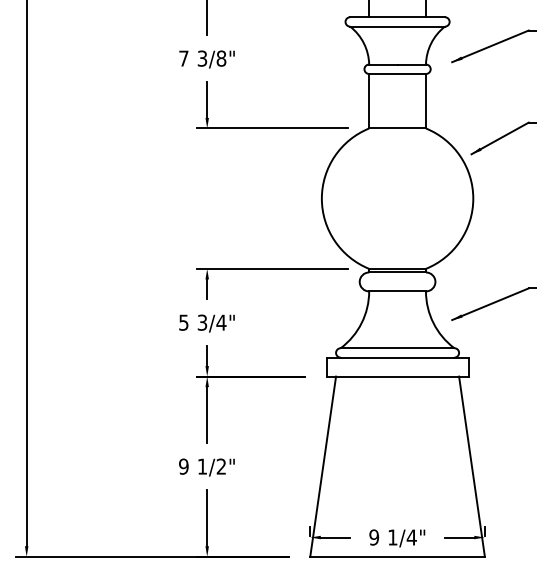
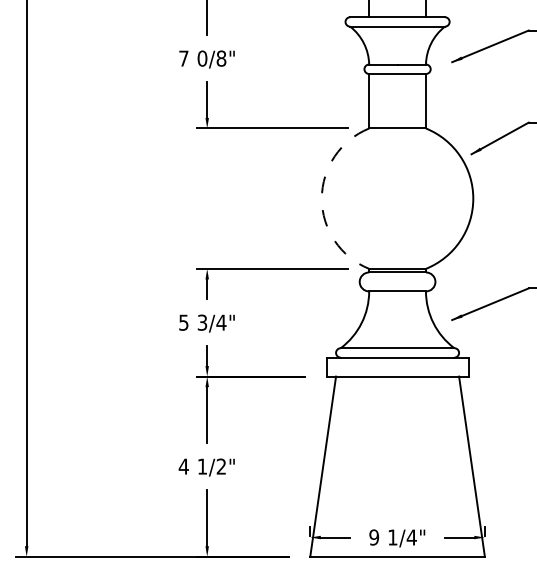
text at (202, 58): 3/8" -> 0/8"
arc at (321, 198): solid -> dashed
text at (183, 466): 9 -> 4
